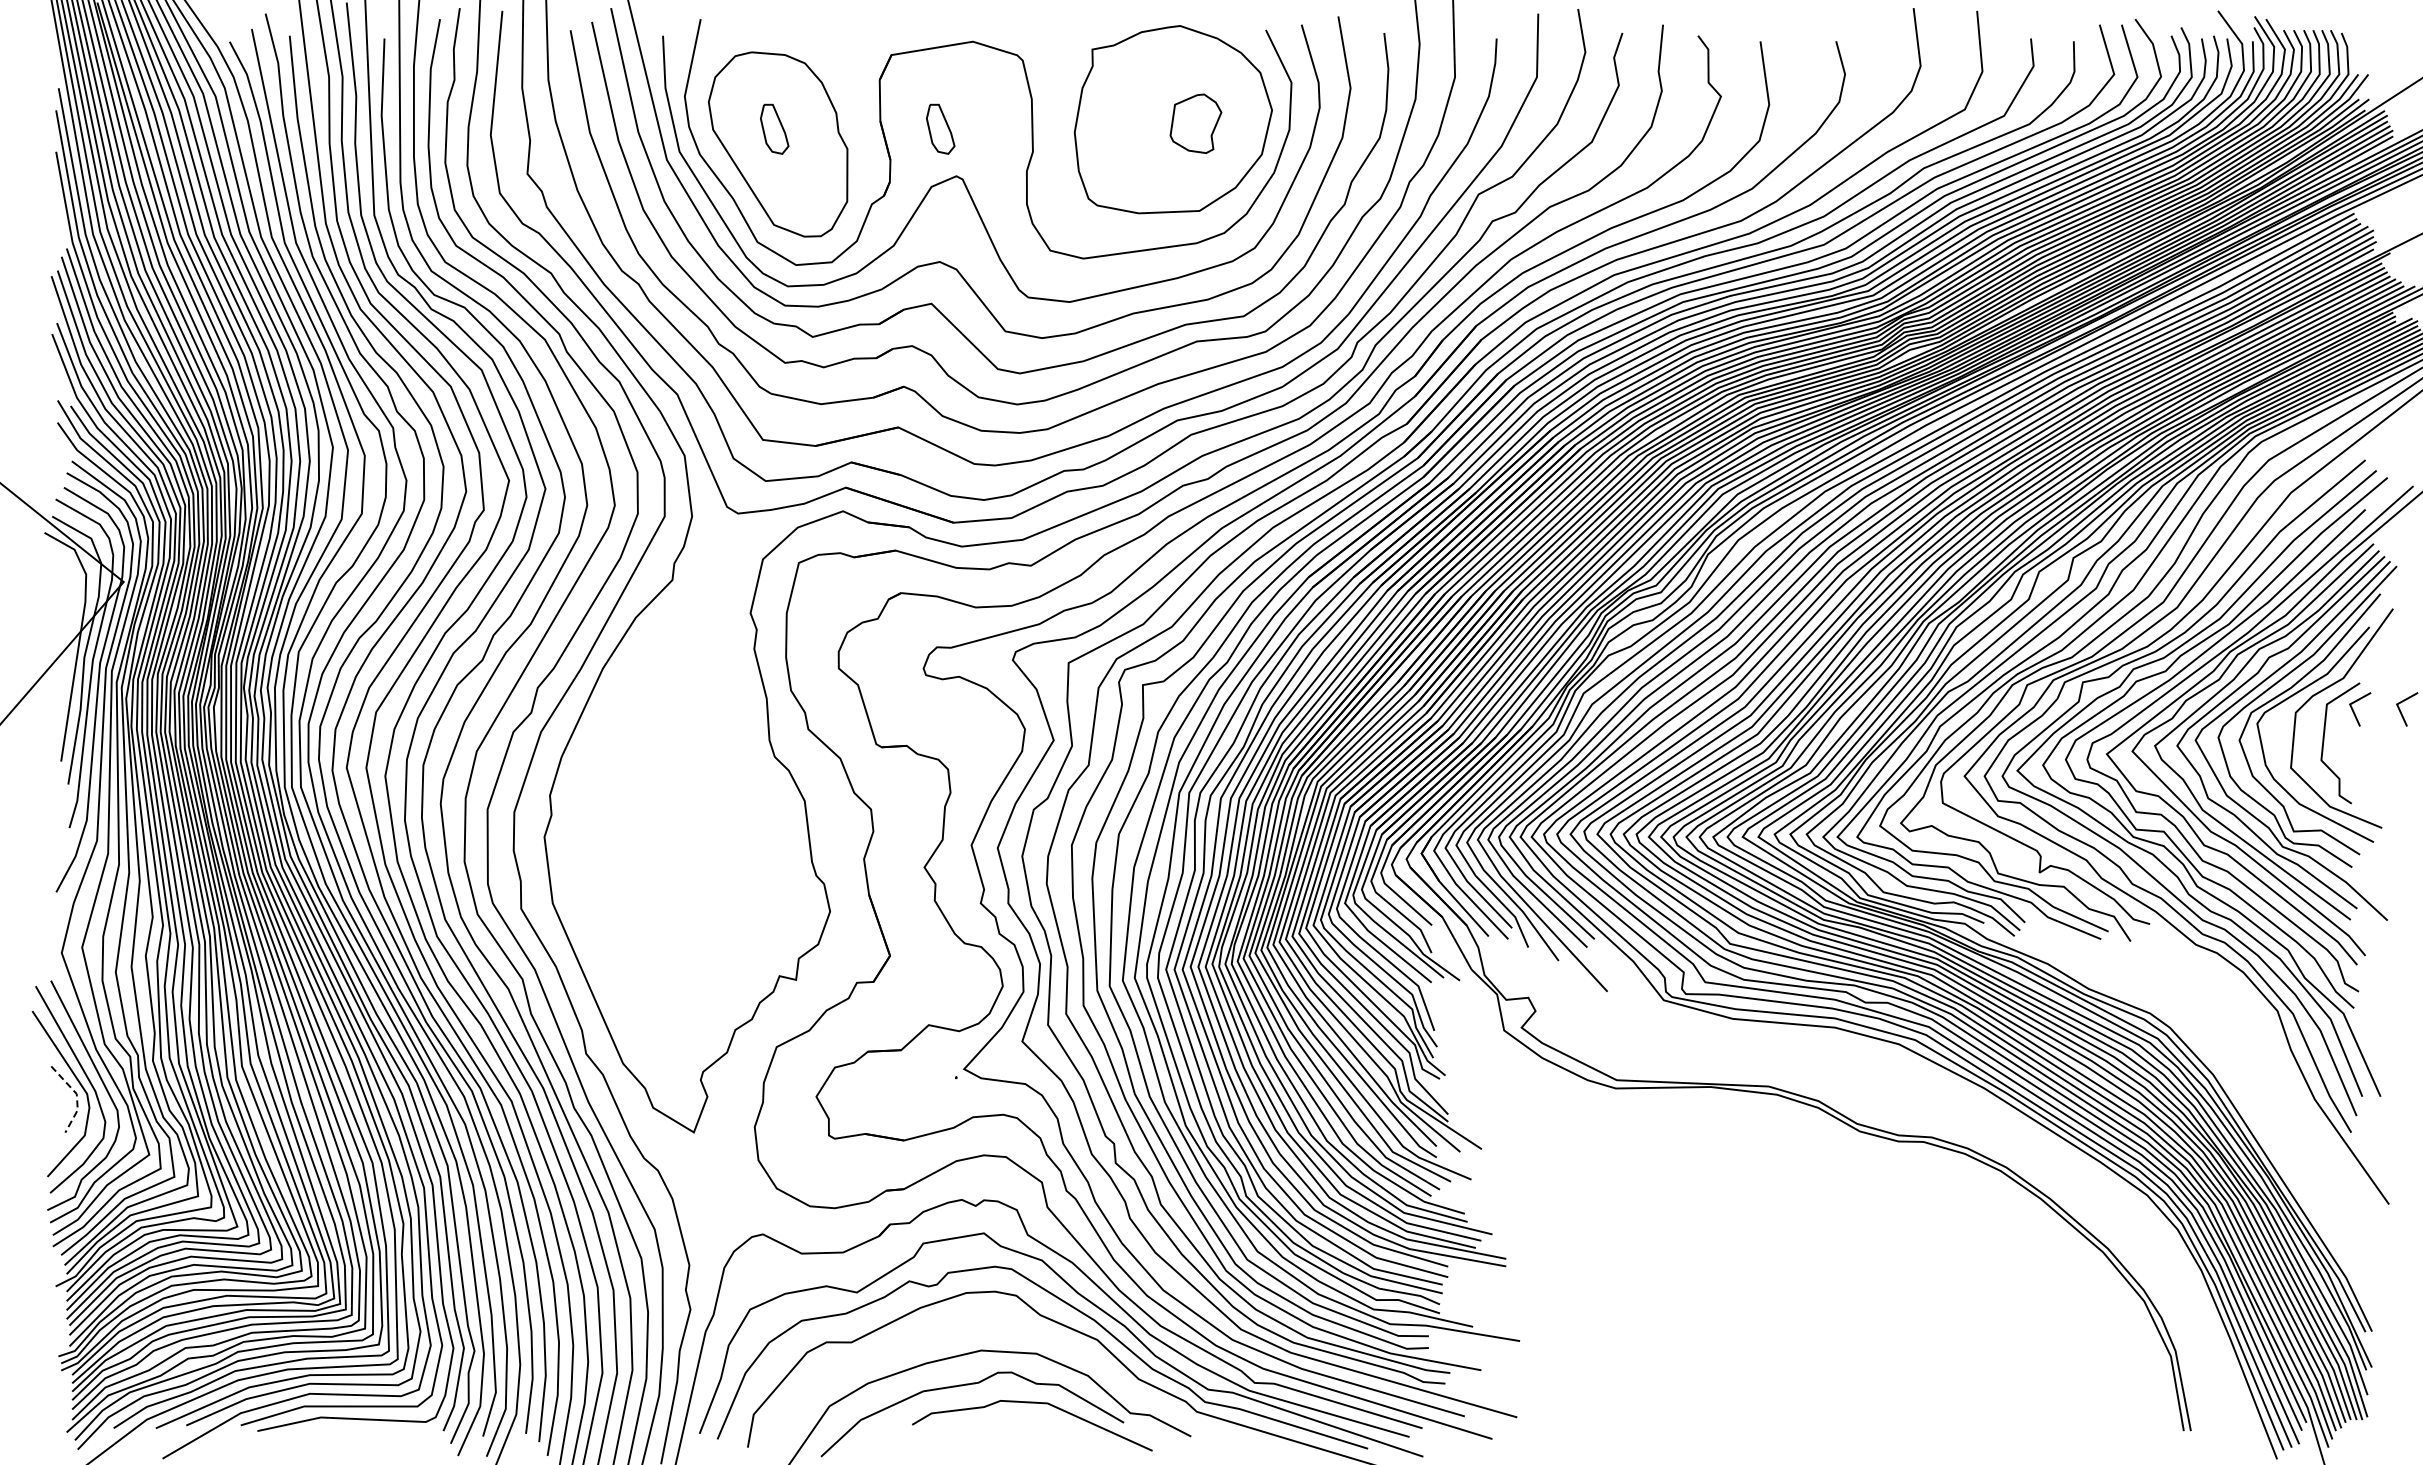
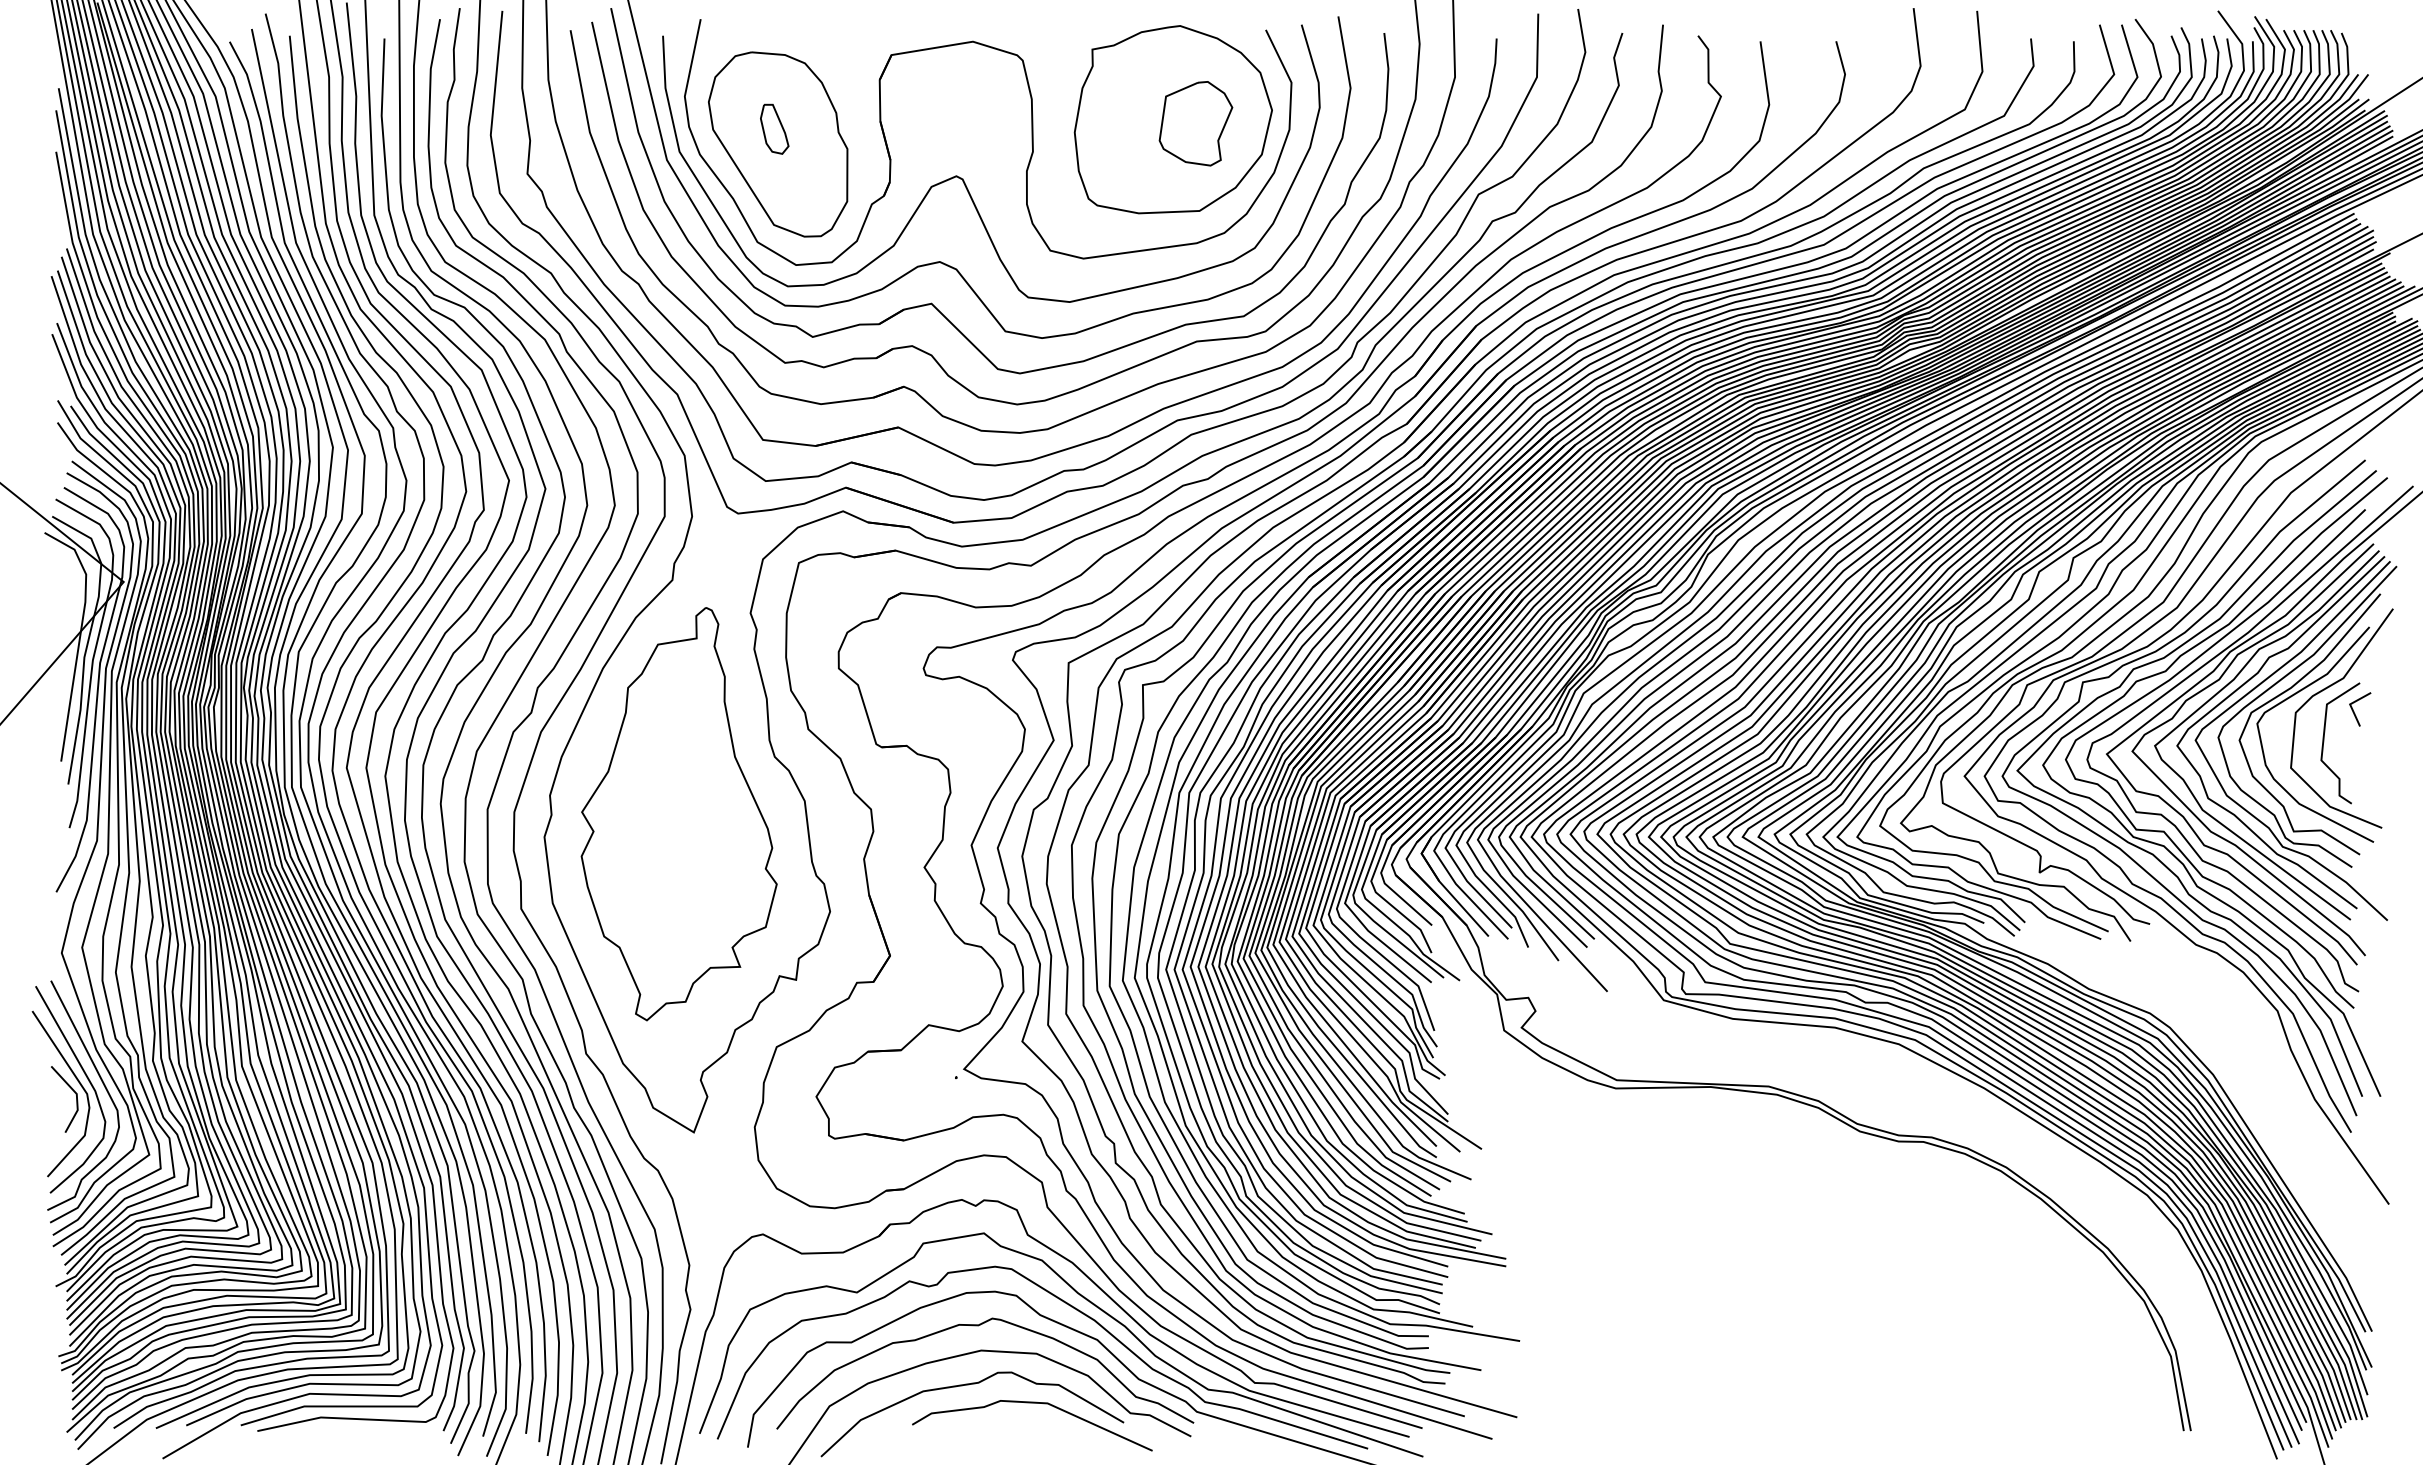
part at (1195, 123) size: 54x61 px -> 76x86 px
part at (940, 128): present -> none
line at (2401, 711): present -> none
part at (678, 814): none -> present
line at (76, 1096): dashed -> solid
curve at (978, 1326): none -> present
